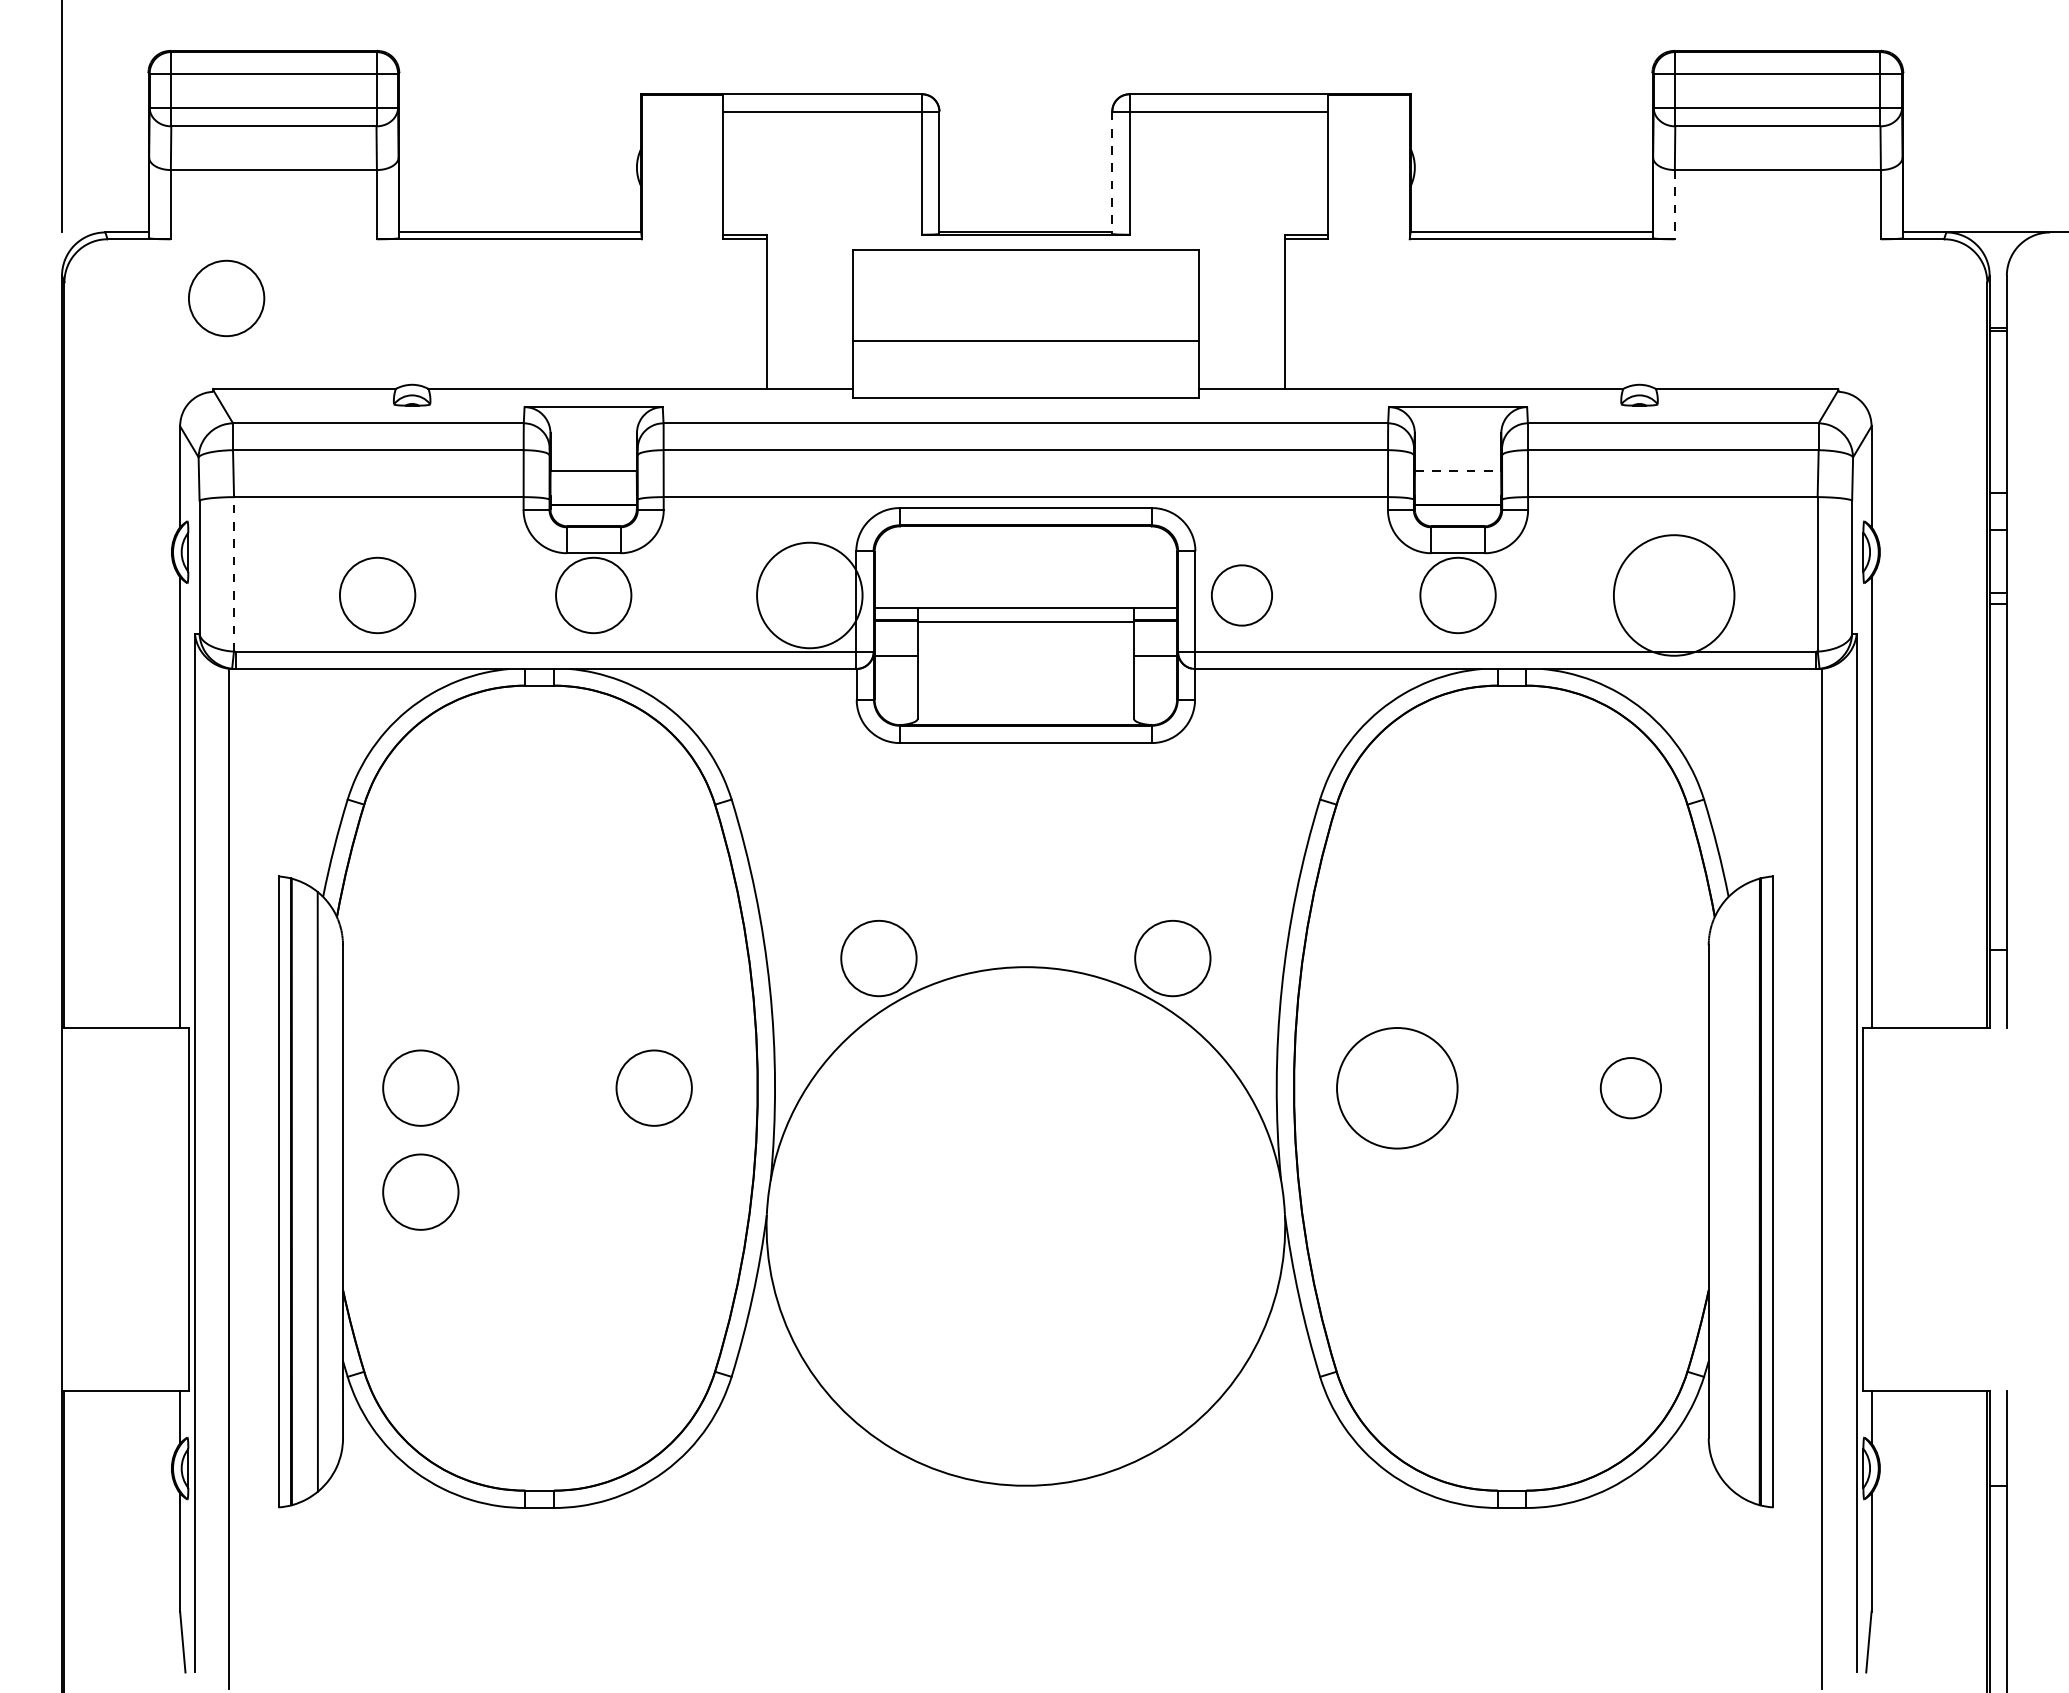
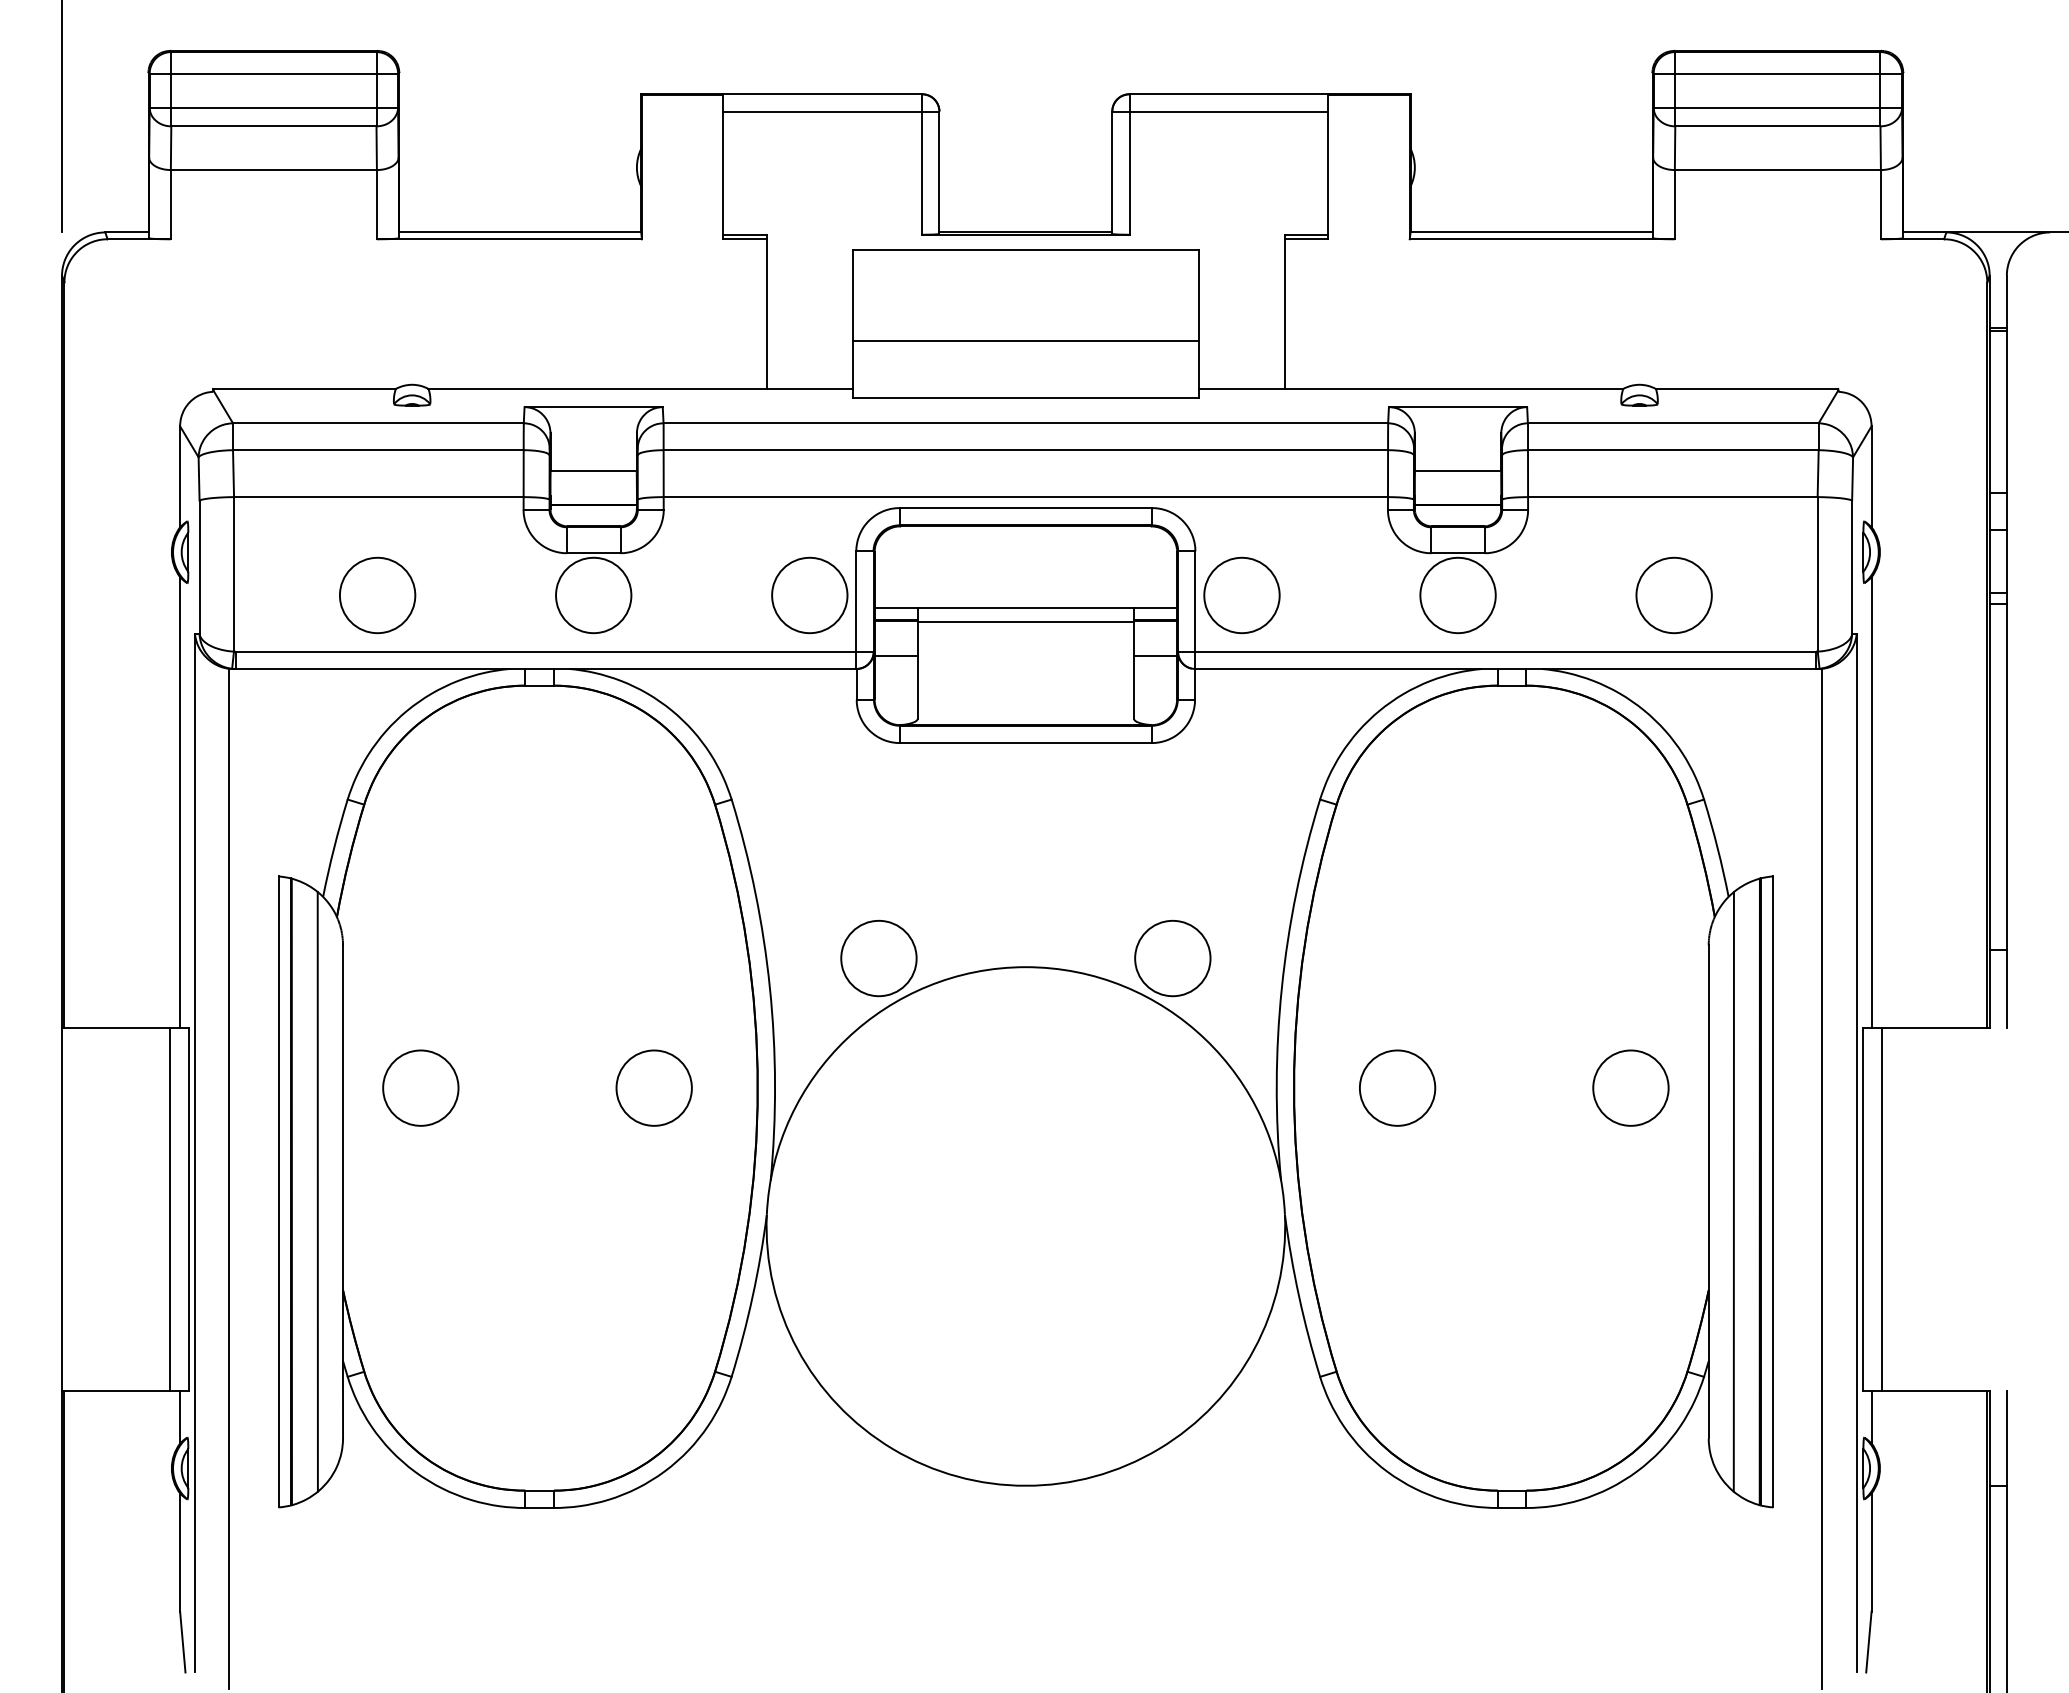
line at (1112, 173): dashed -> solid
line at (1674, 204): dashed -> solid
circle at (226, 298): present -> none
line at (1458, 471): dashed -> solid
line at (233, 573): dashed -> solid
circle at (809, 595) diameter: 106 px -> 75 px
circle at (1241, 595) size: 62x63 px -> 78x79 px
circle at (1673, 595) diameter: 121 px -> 75 px
circle at (1397, 1088) size: 123x123 px -> 78x78 px
circle at (1630, 1088) diameter: 60 px -> 75 px
circle at (420, 1191): present -> none
line at (1733, 1191): none -> present
line at (170, 1208): none -> present
line at (1881, 1208): none -> present
